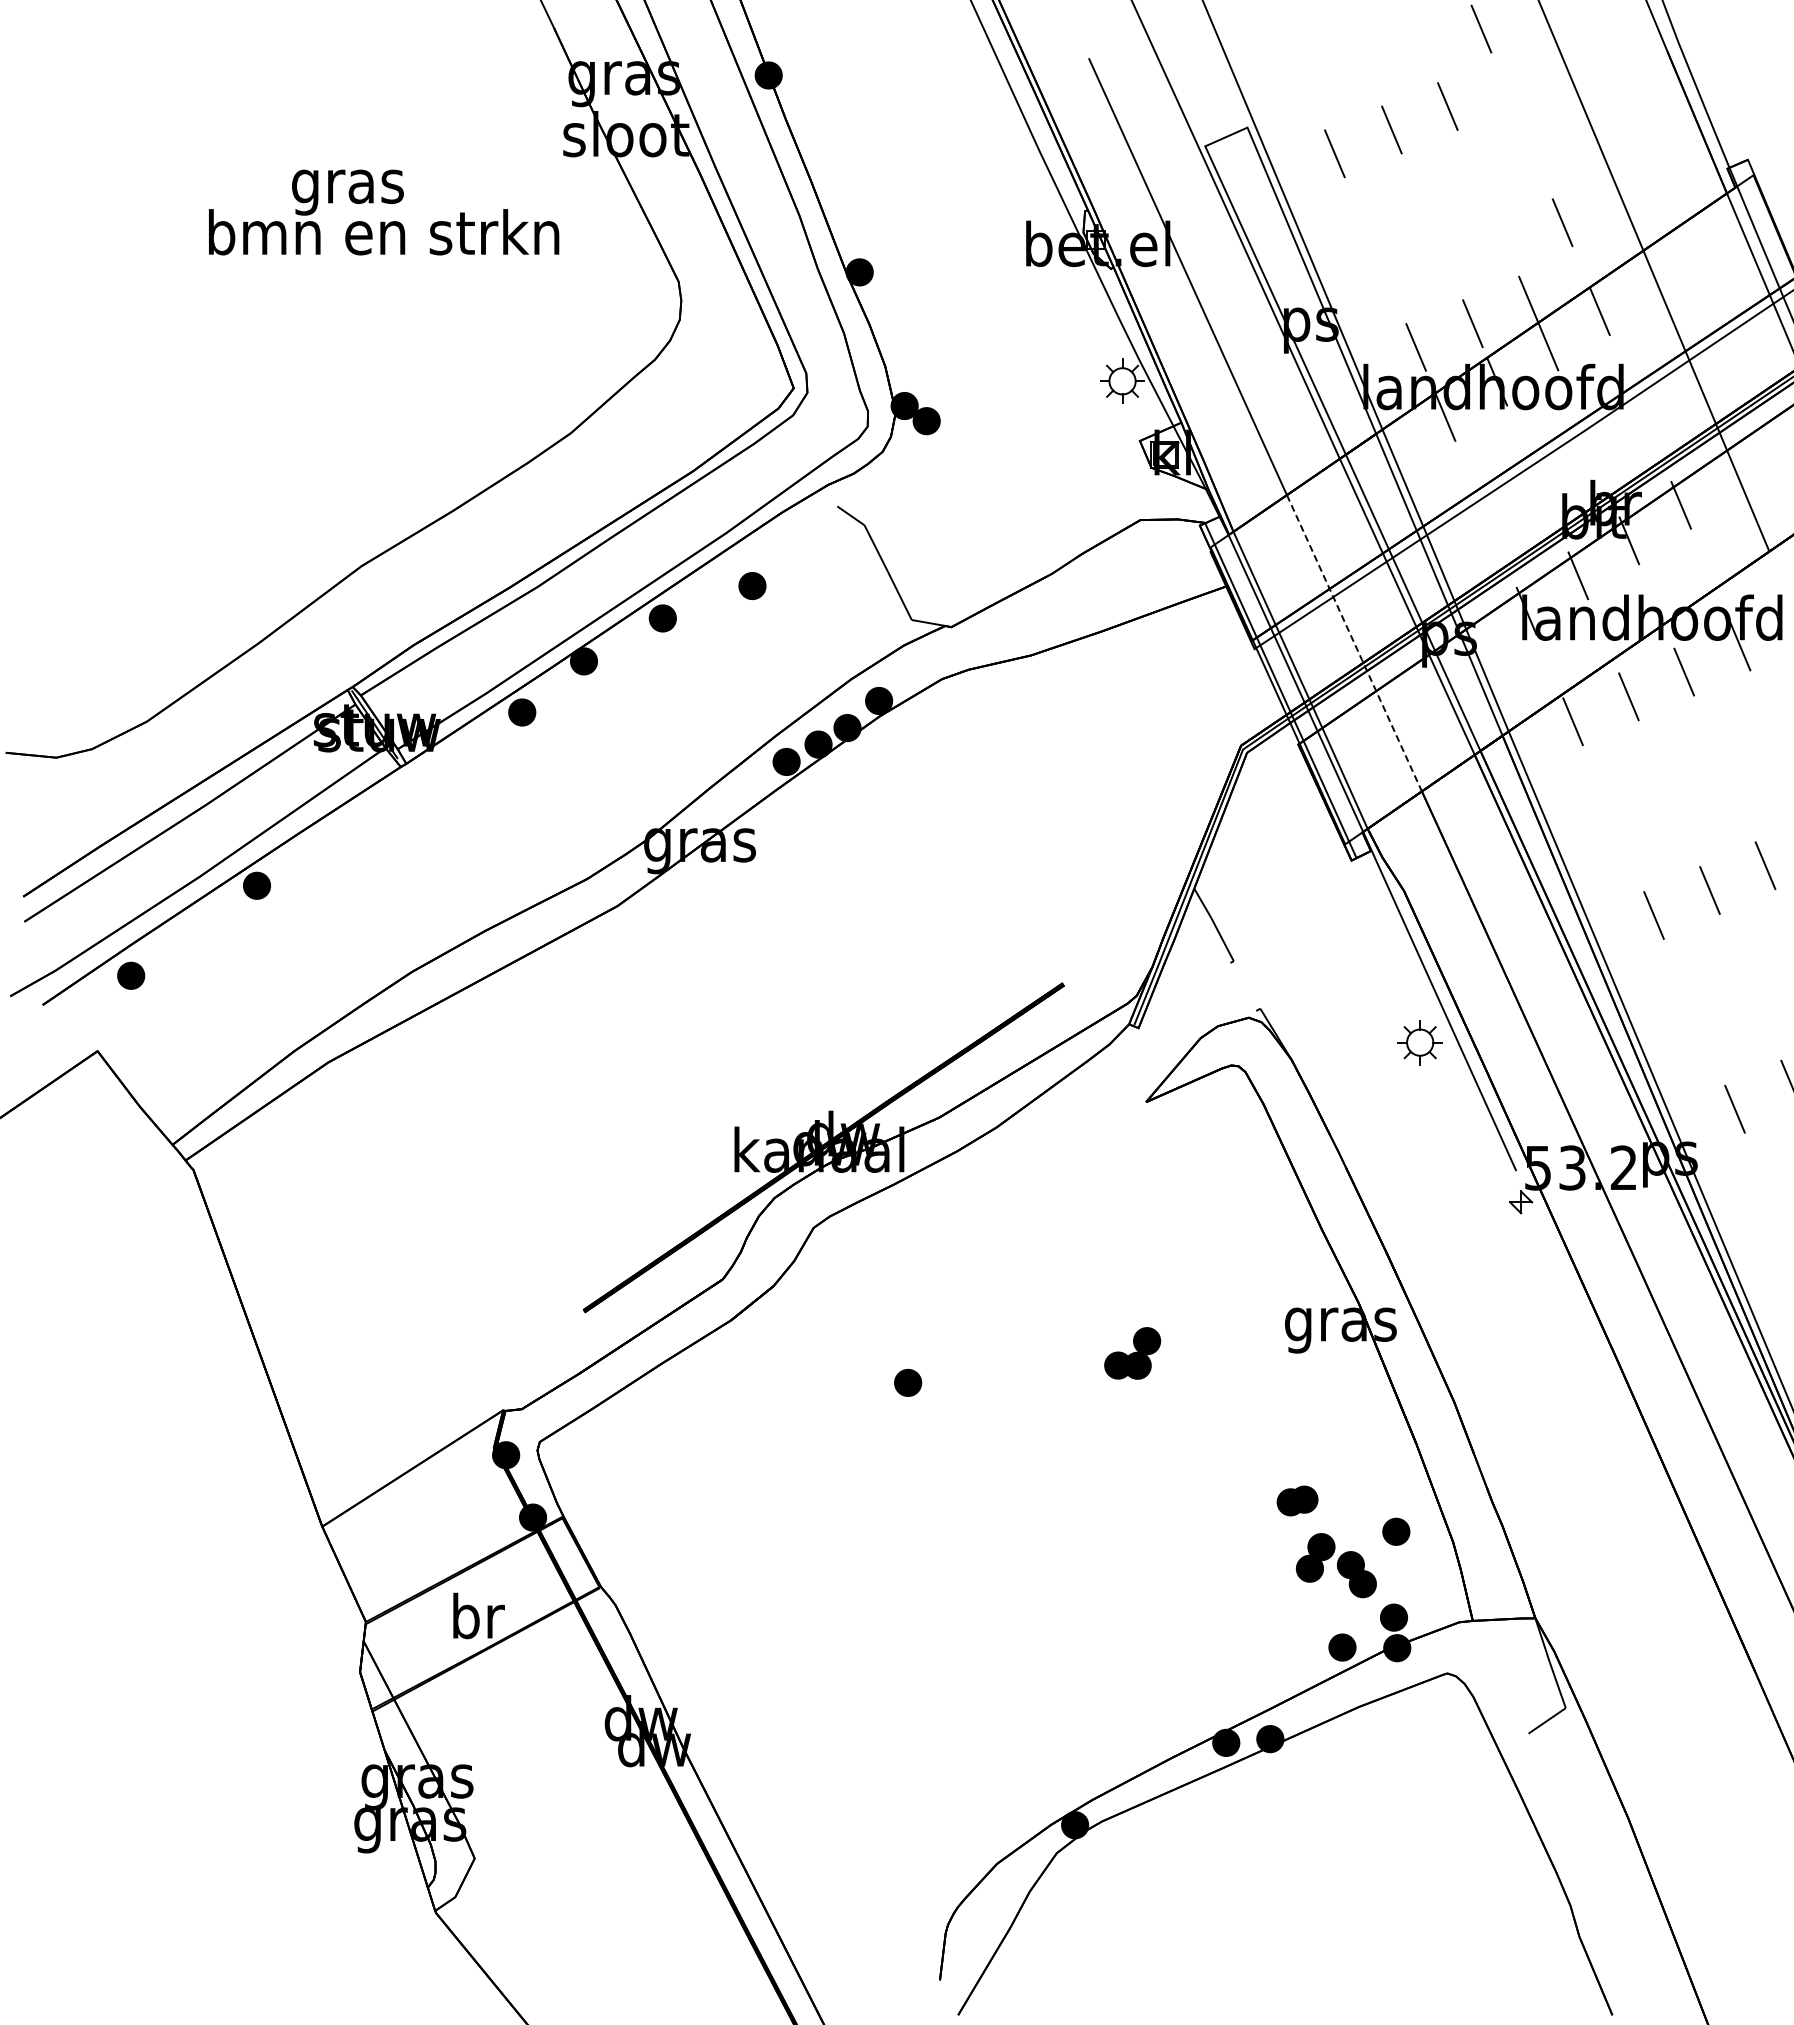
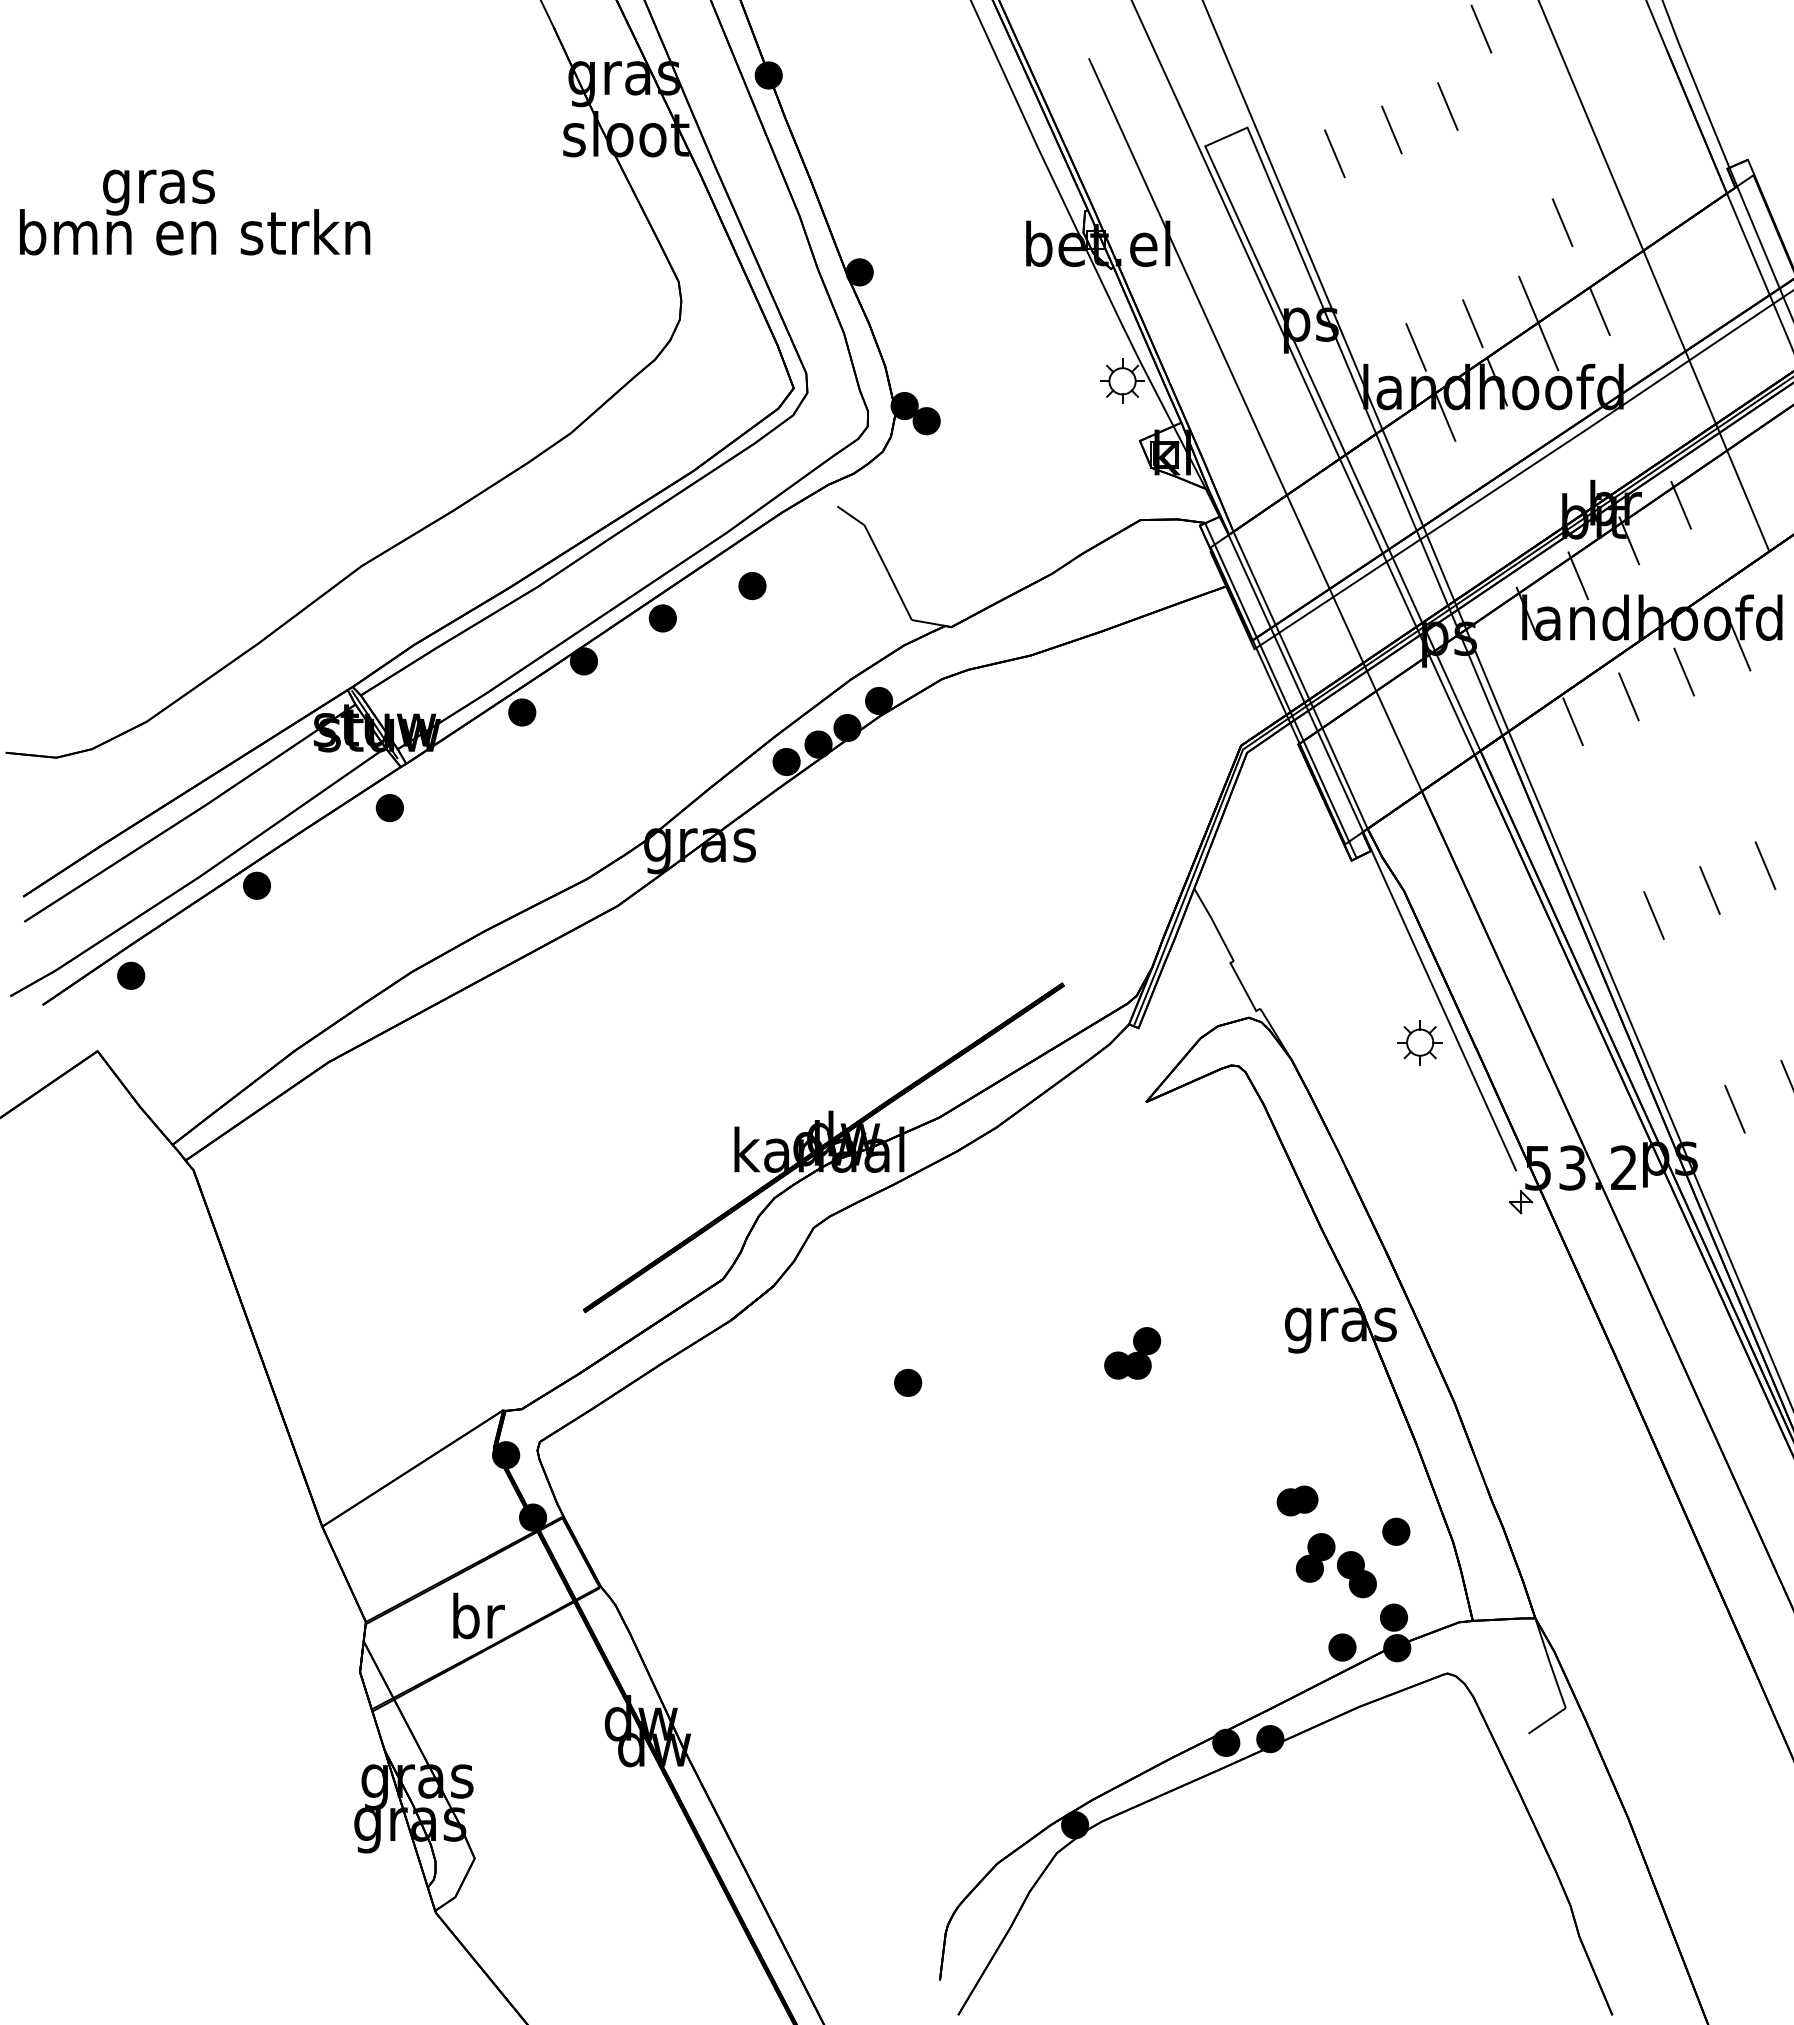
text at (384, 212) position: (384, 212) -> (195, 212)
line at (1354, 643): dashed -> solid
part at (389, 808): none -> present
line at (1243, 986): none -> present
